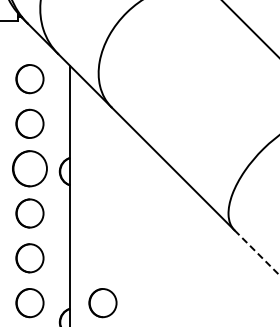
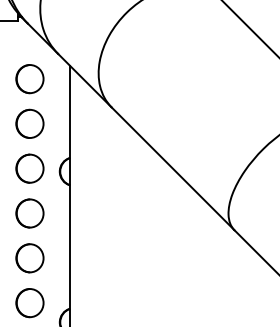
part at (29, 168) size: 36x38 px -> 30x31 px
line at (257, 252): dashed -> solid
part at (102, 303): present -> none
